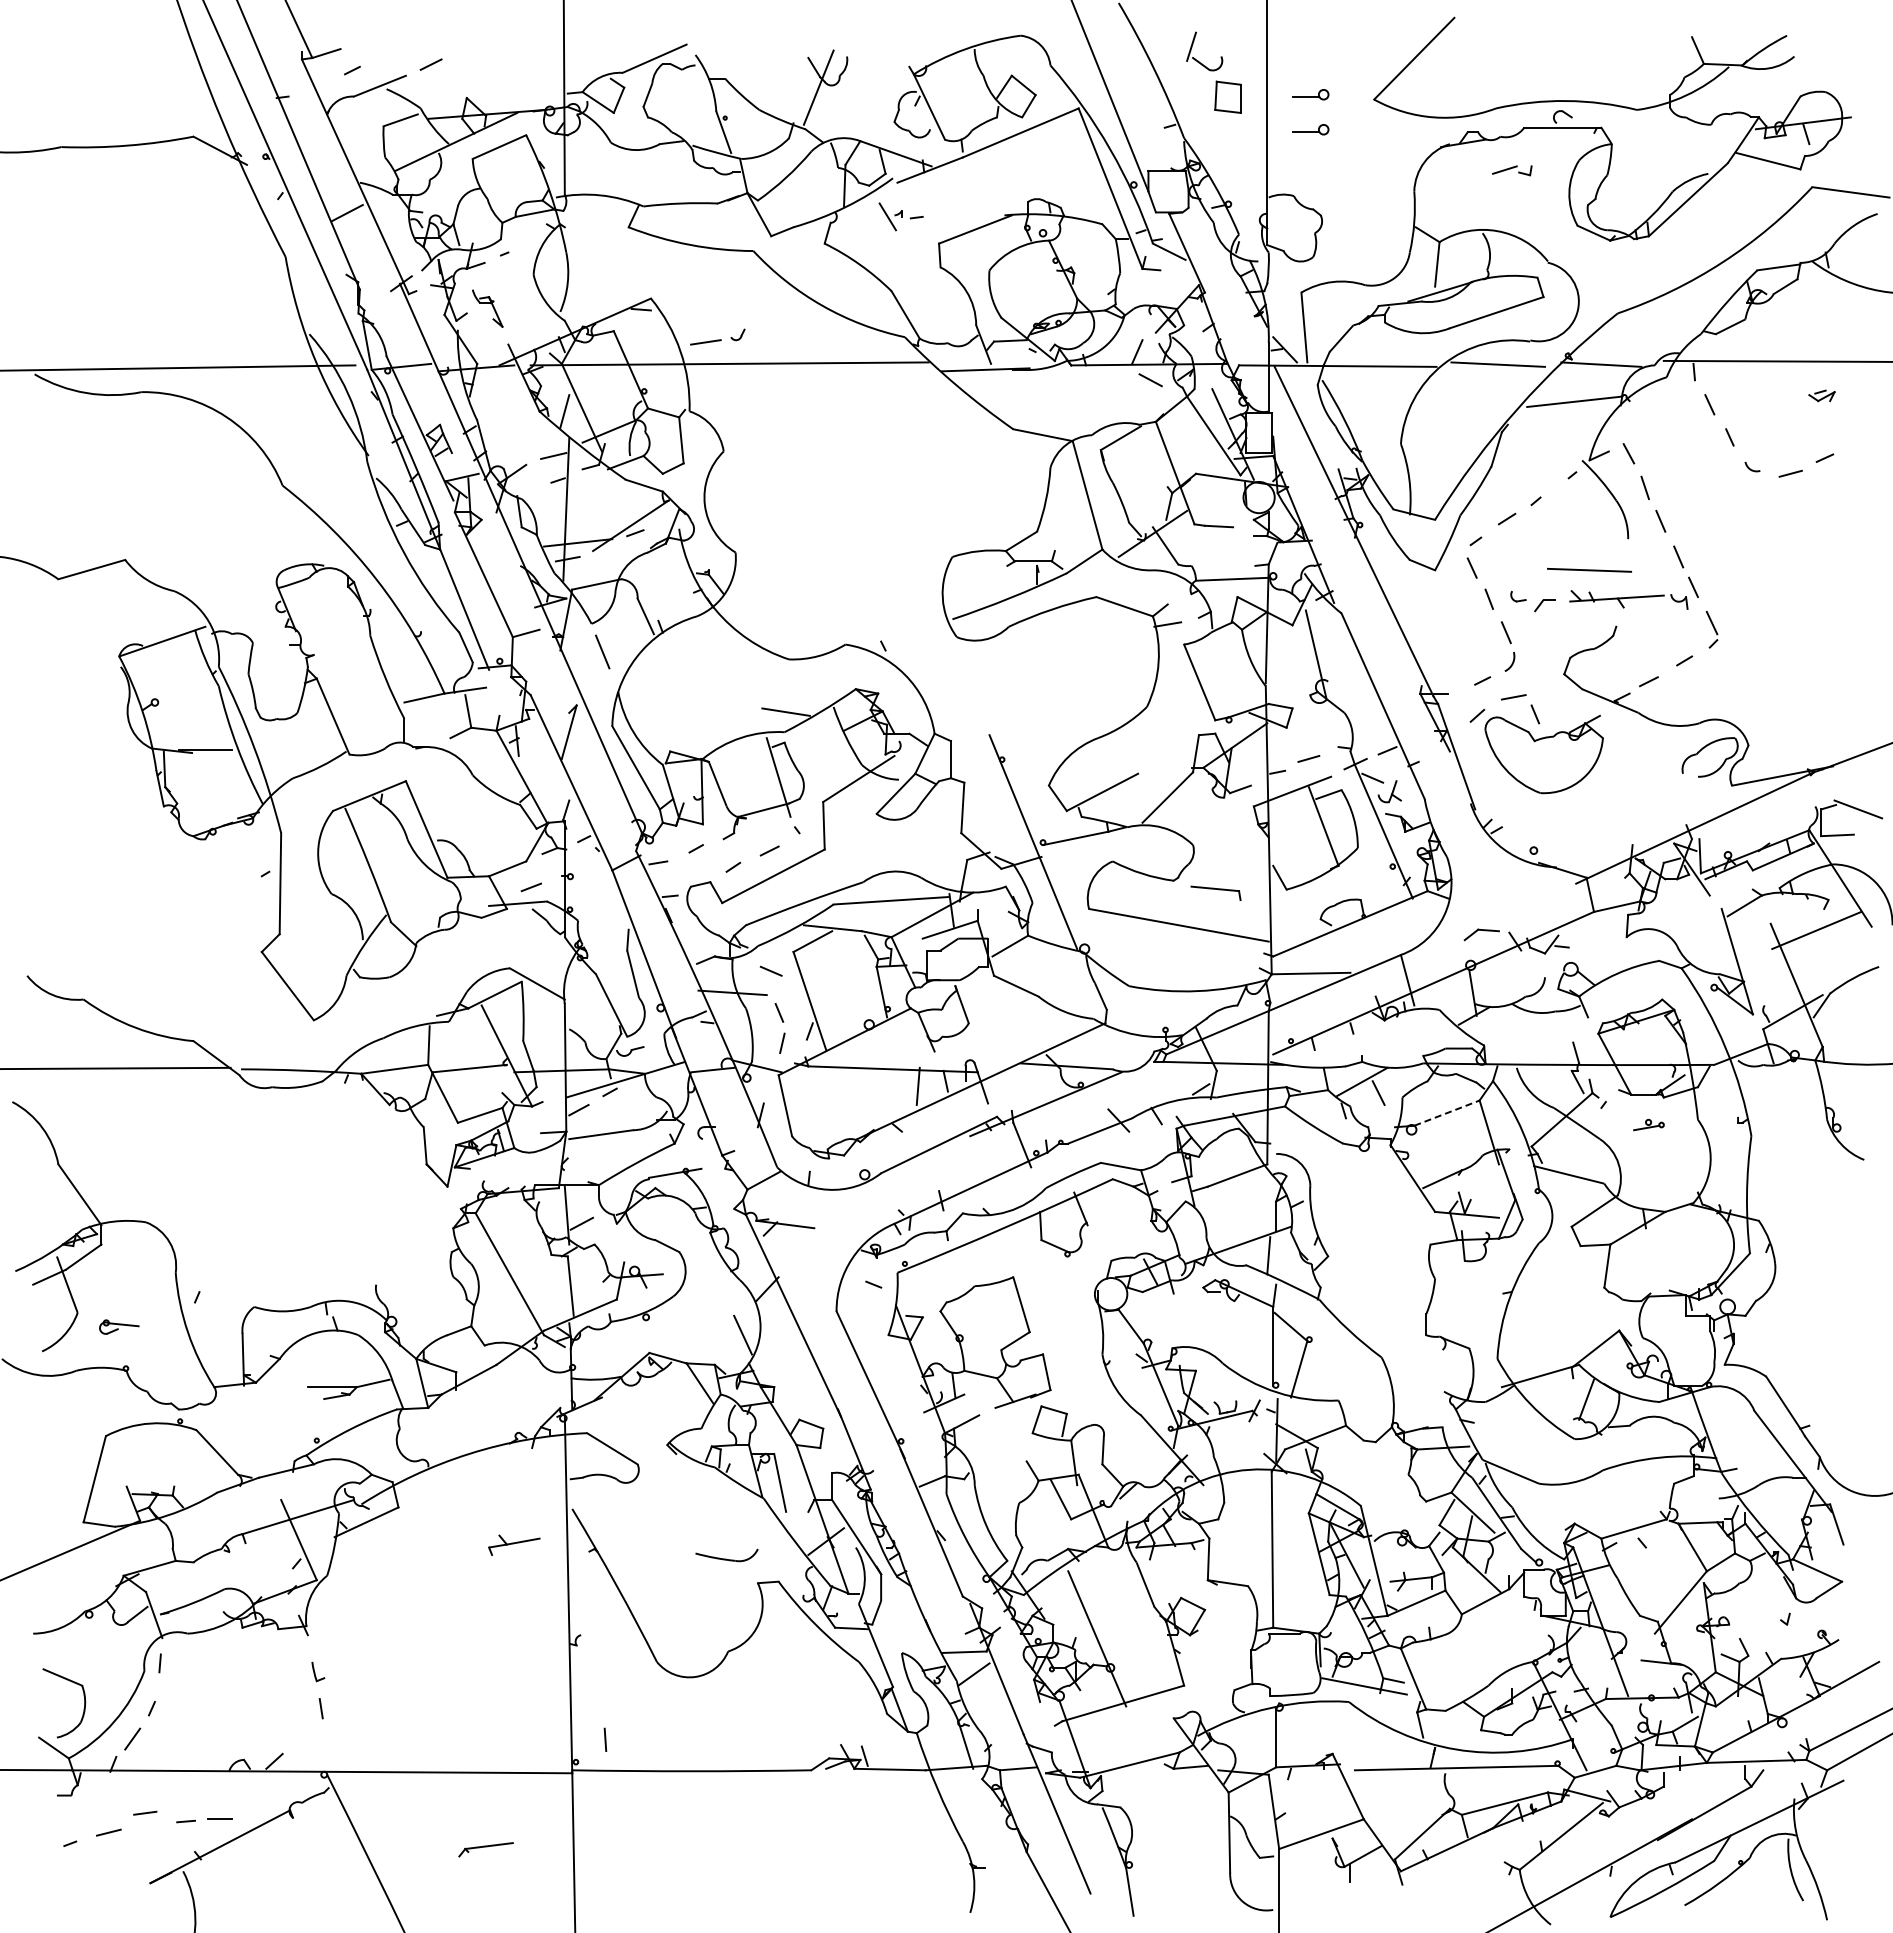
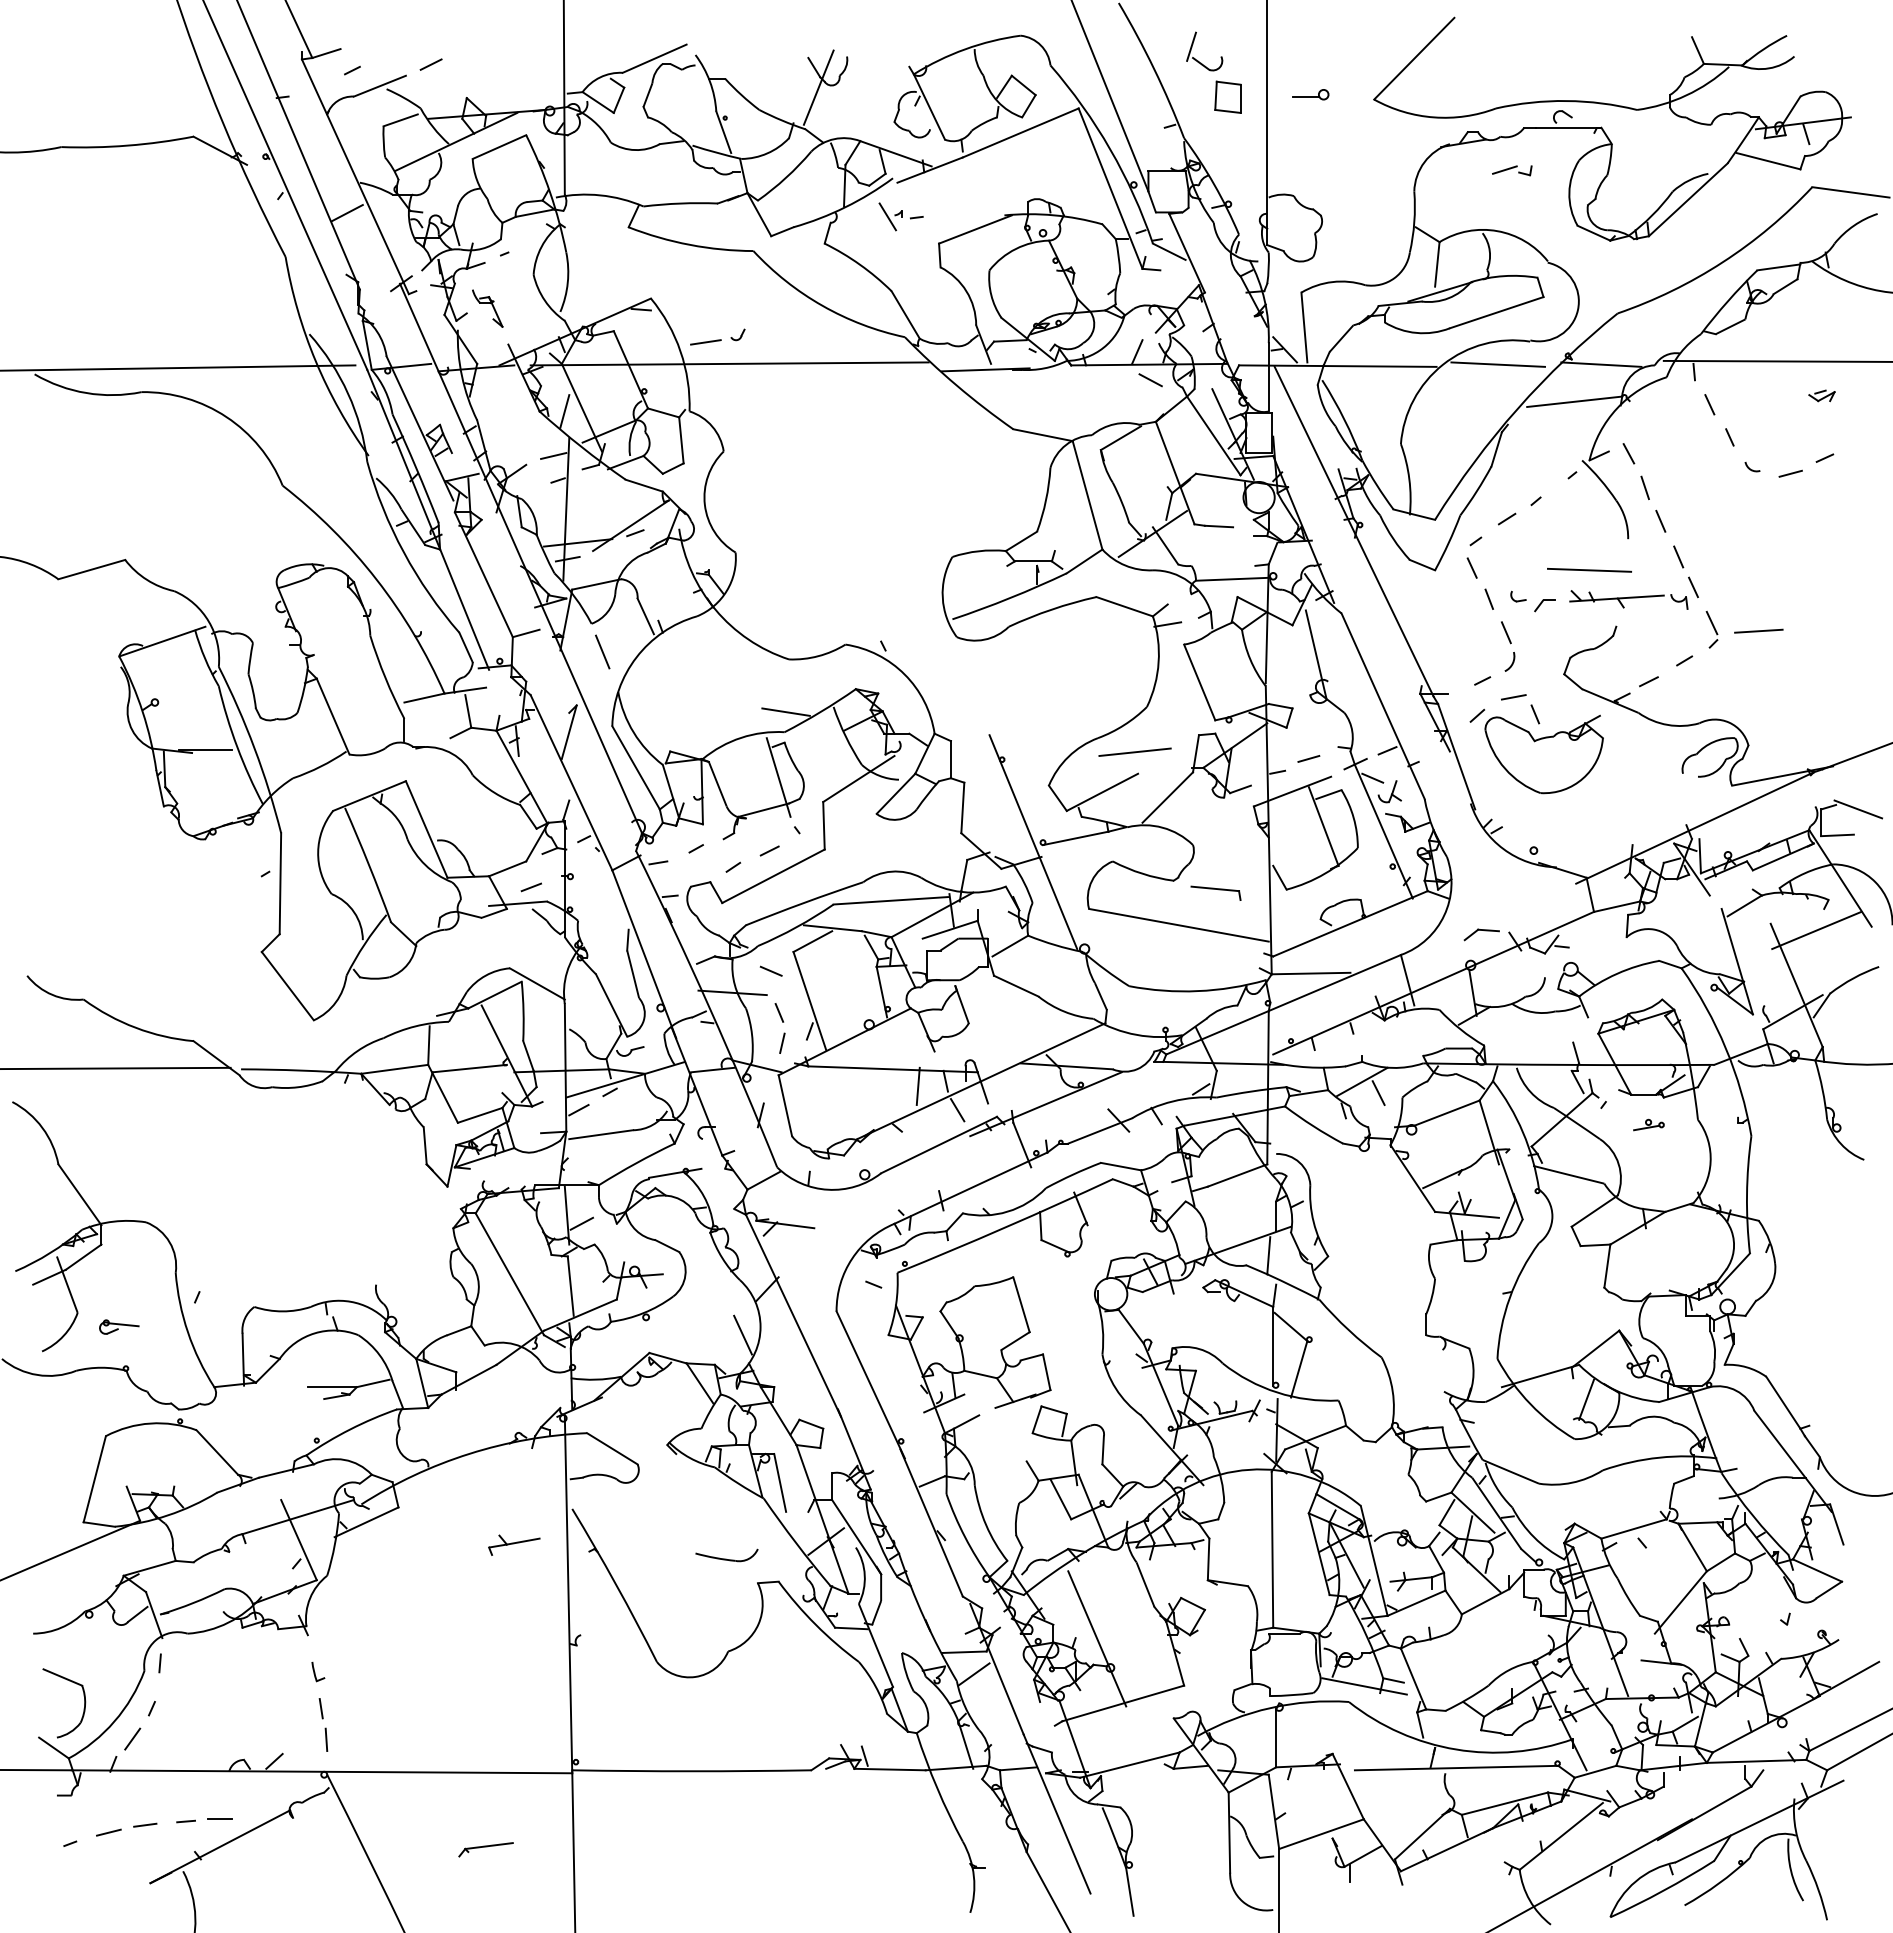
part at (1310, 129): present -> none
line at (1758, 630): none -> present
line at (1134, 751): none -> present
line at (957, 1110): none -> present
line at (1447, 1112): dashed -> solid
line at (605, 1739) position: (605, 1739) -> (326, 1739)
line at (145, 1812) position: (145, 1812) -> (145, 1824)
